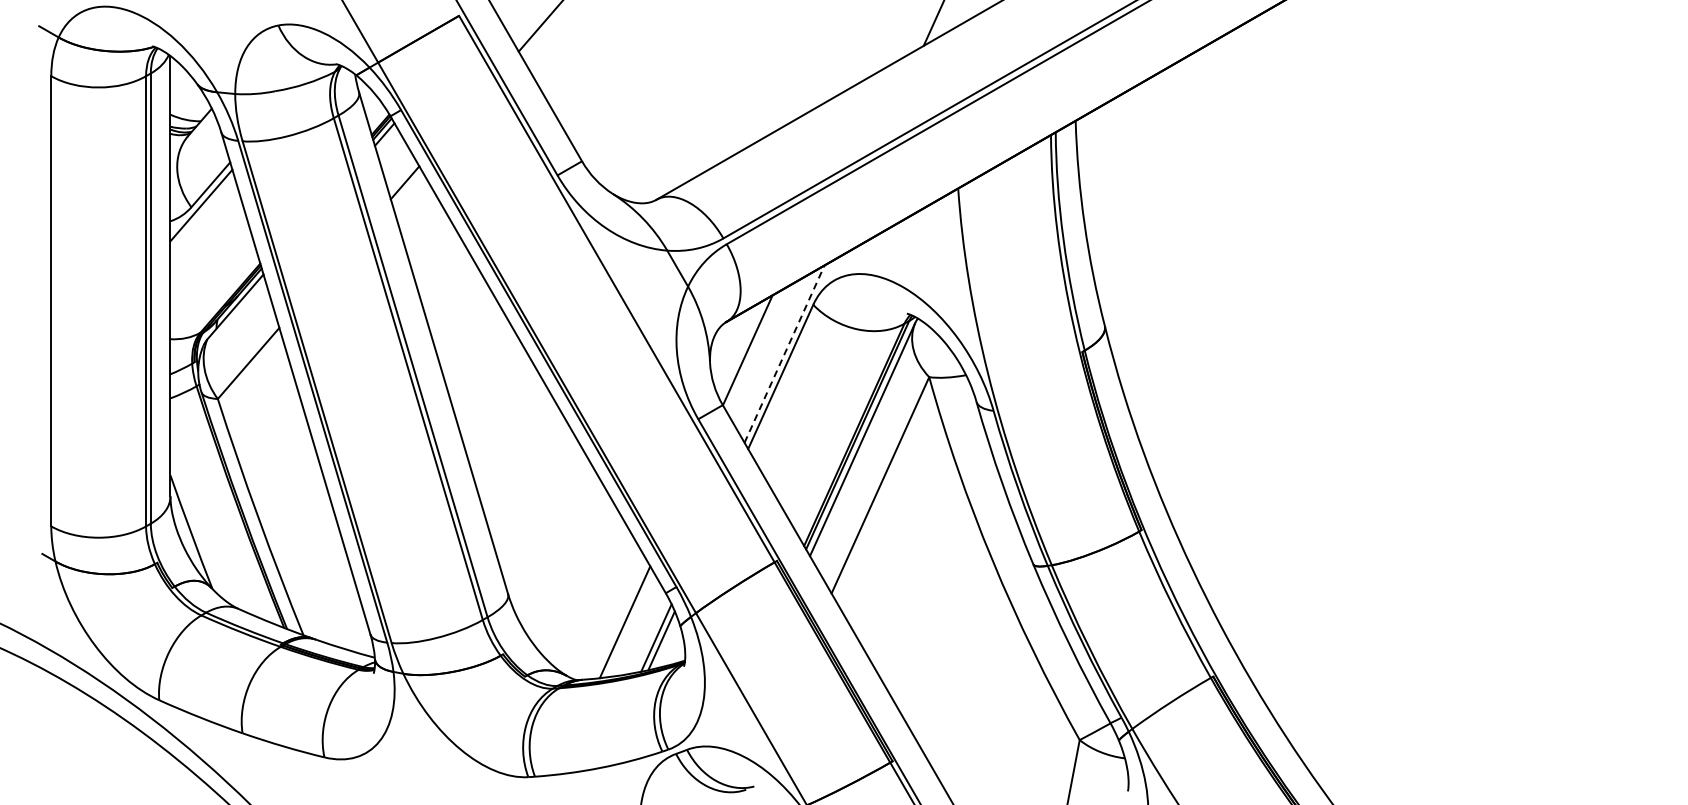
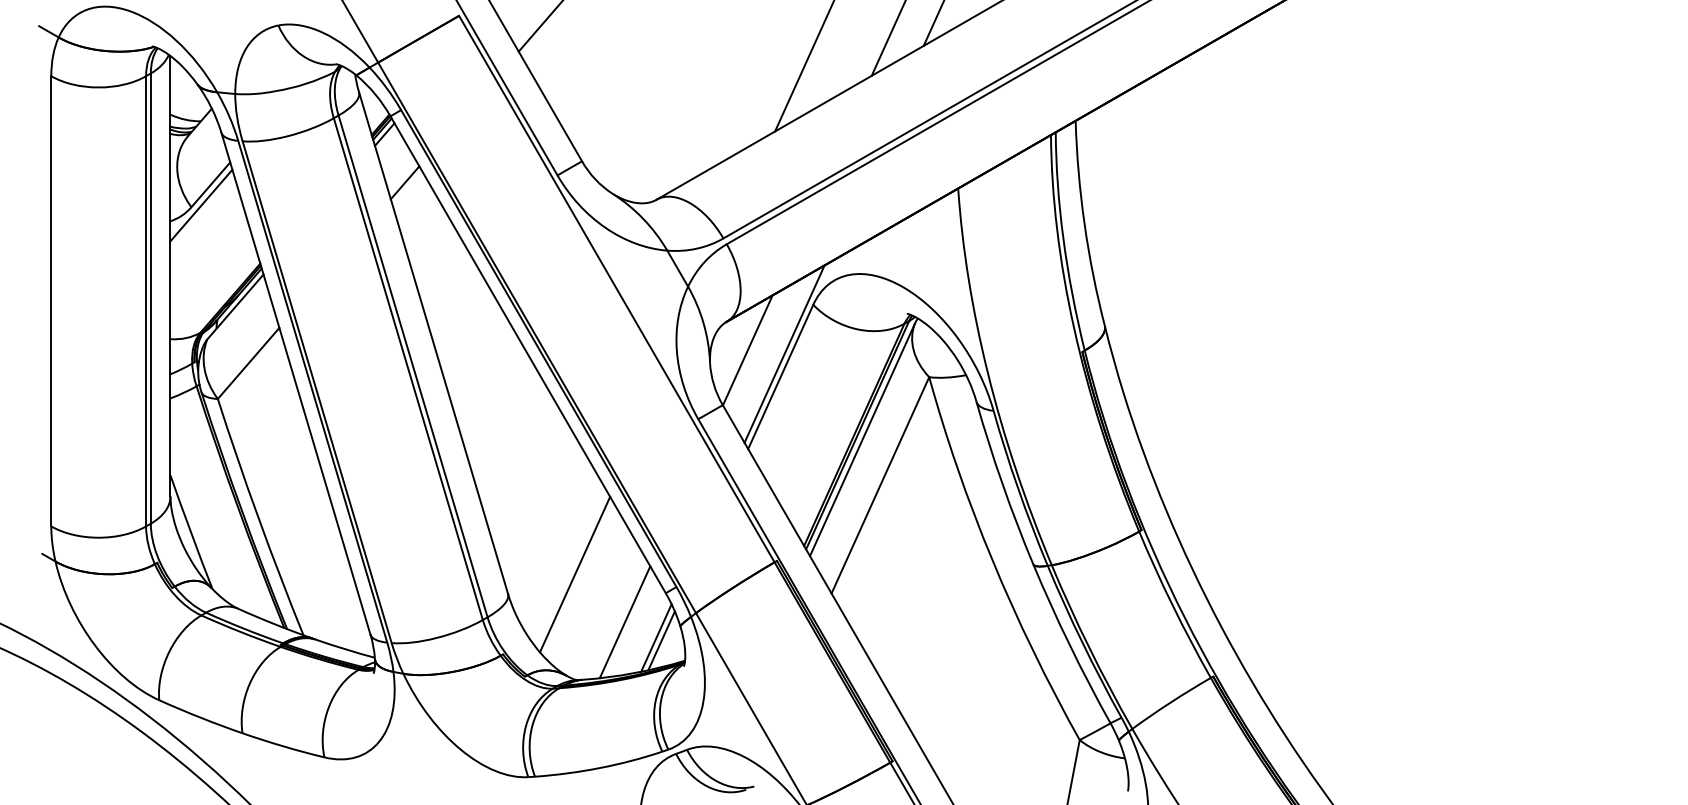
line at (887, 38): none -> present
line at (804, 66): none -> present
line at (784, 353): dashed -> solid
line at (574, 574): none -> present
